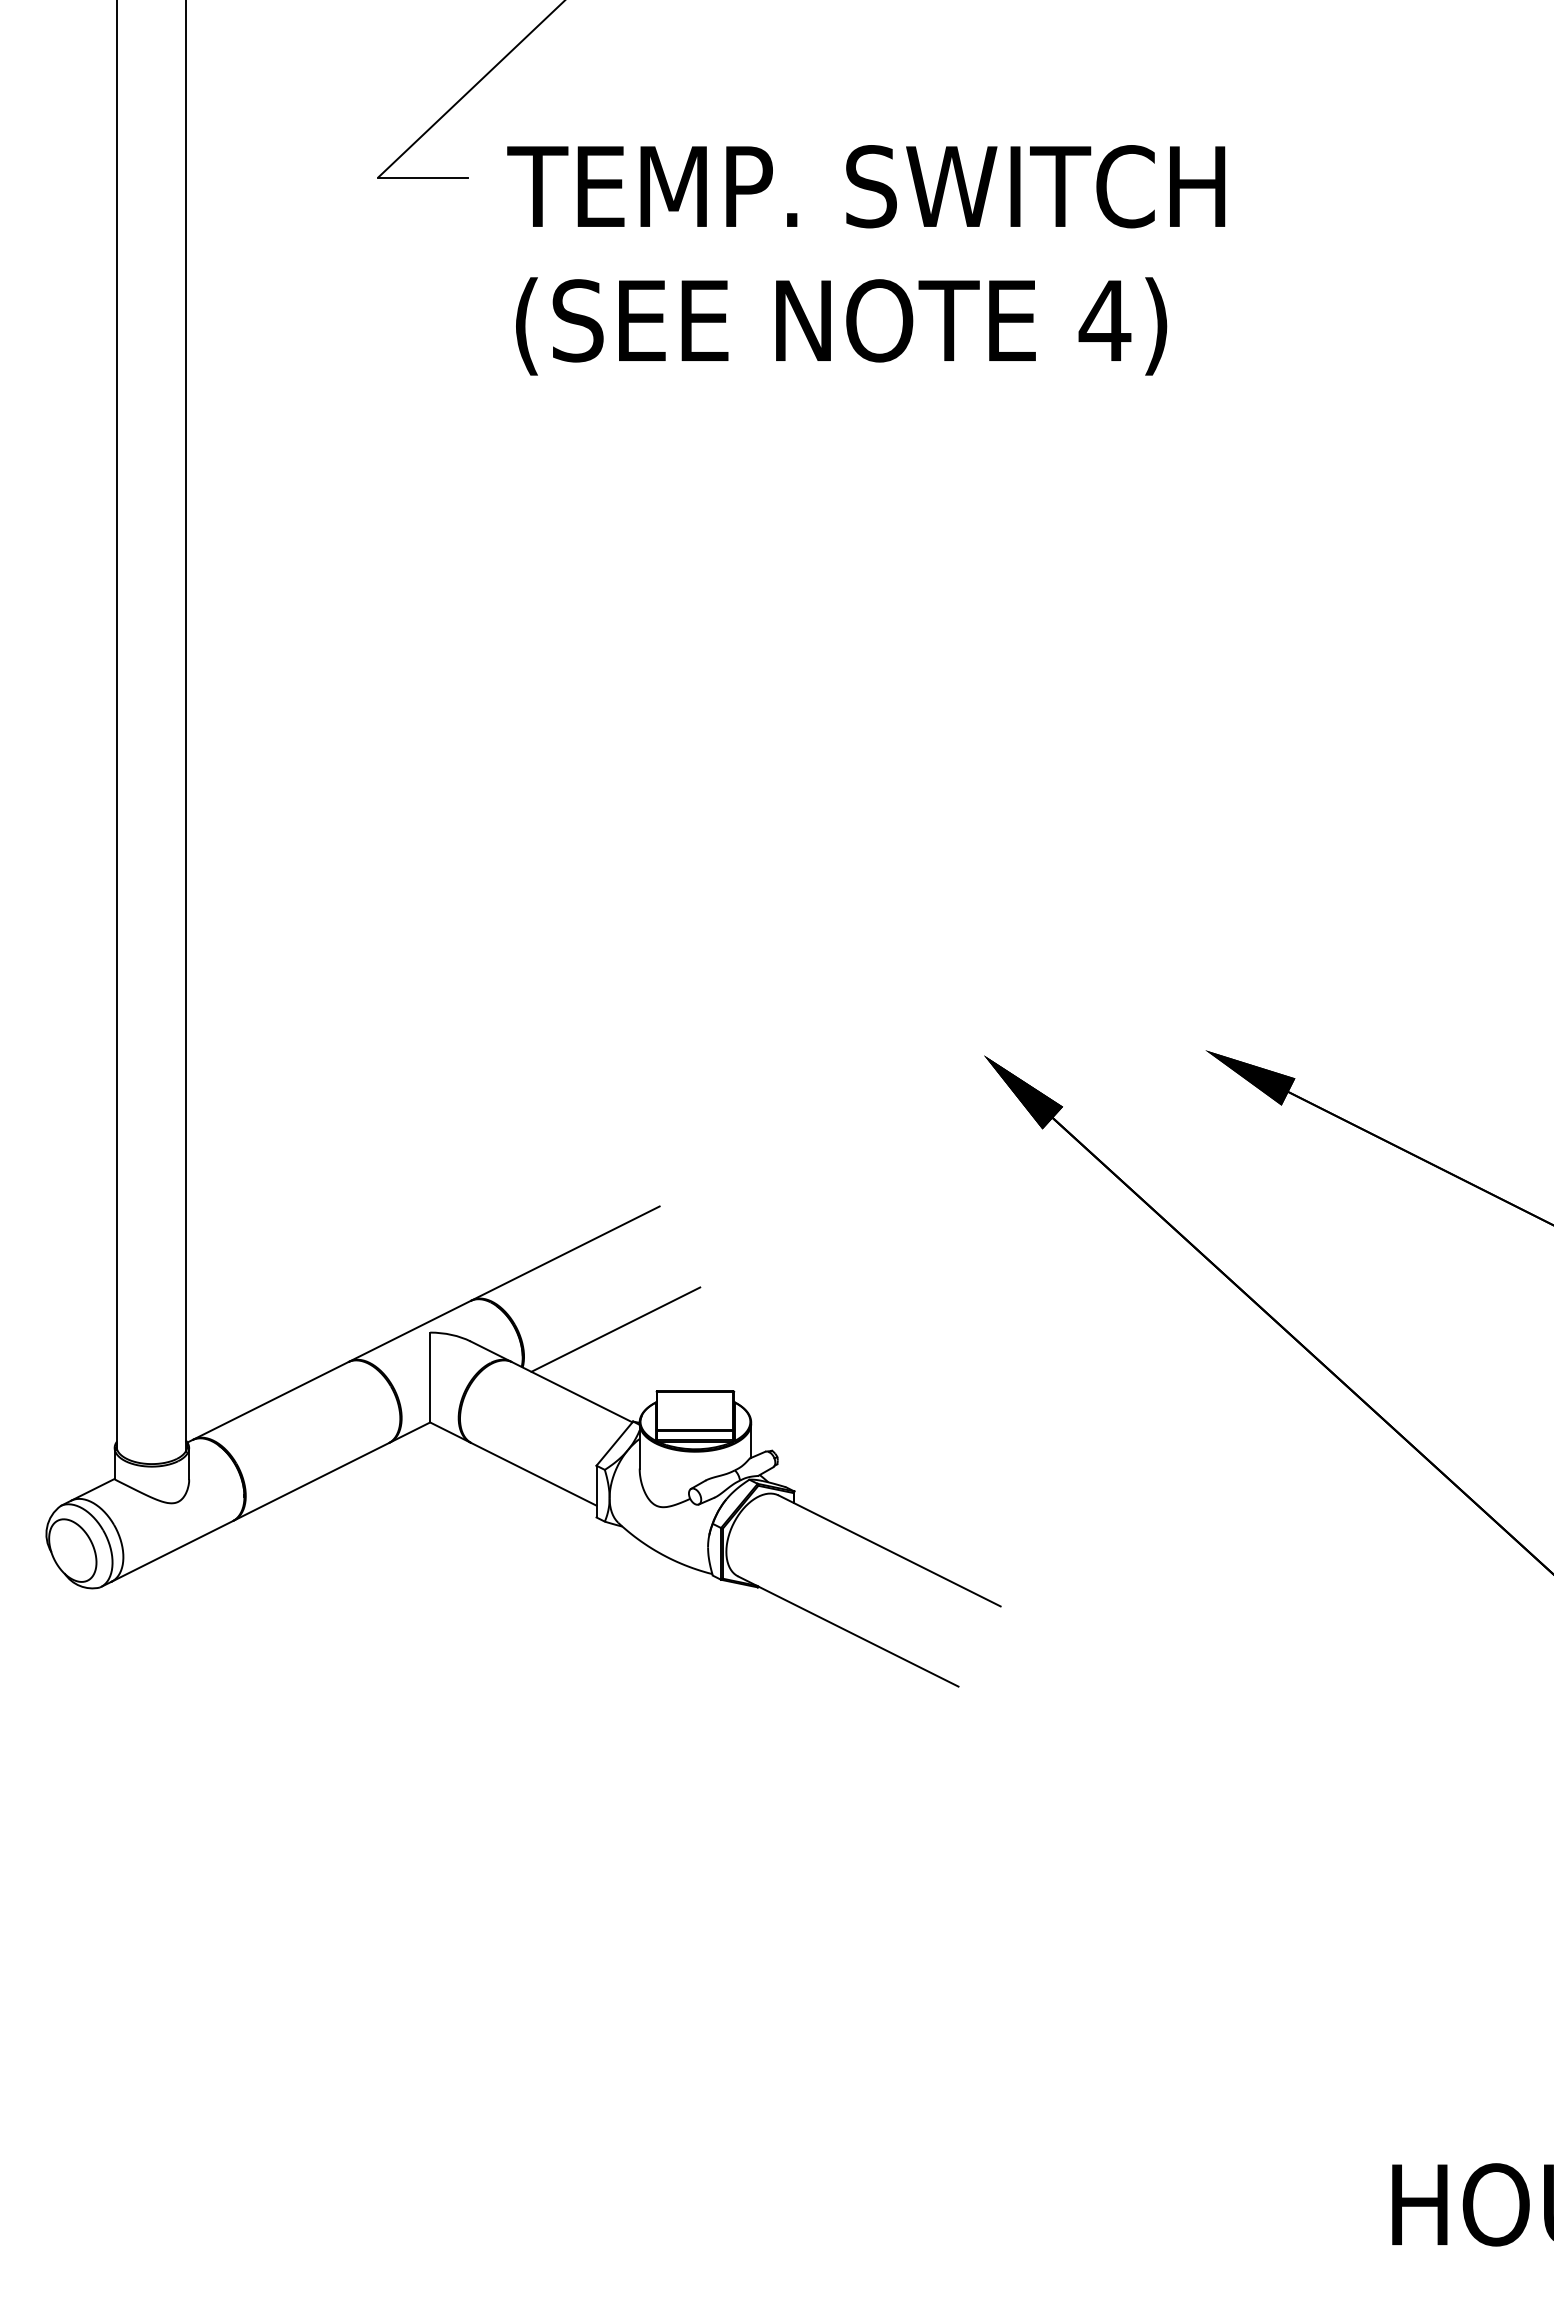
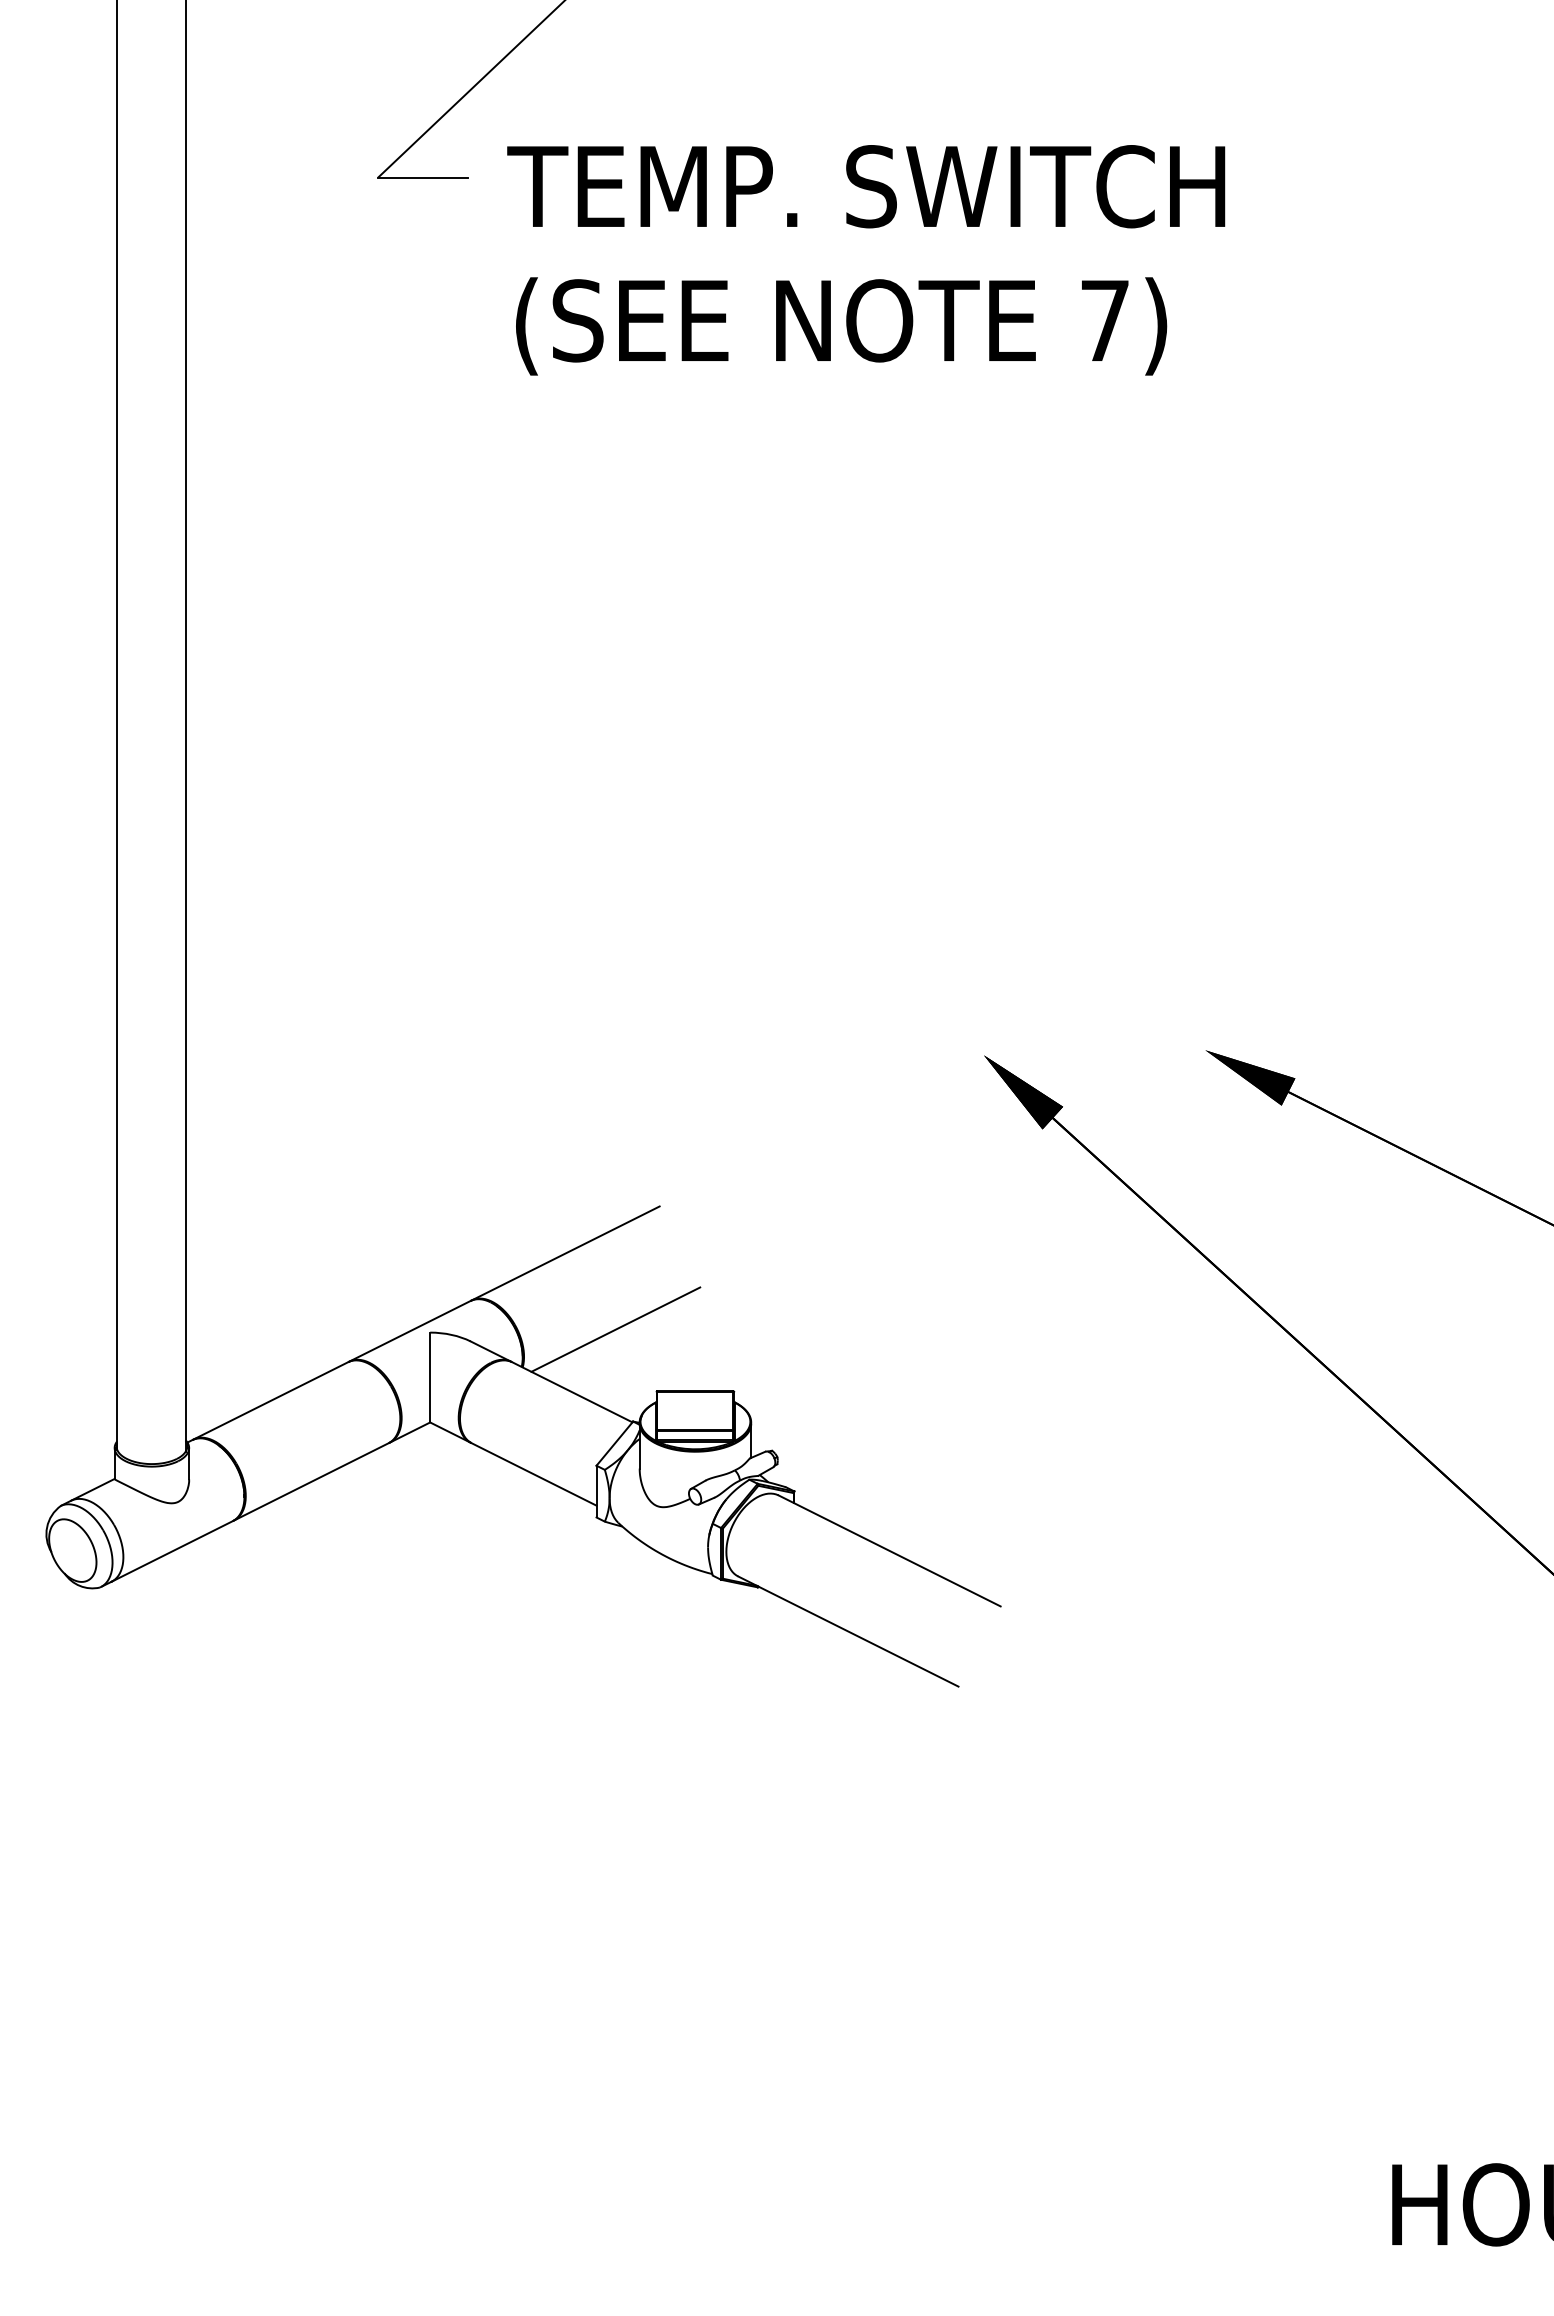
text at (1104, 320): 4) -> 7)
